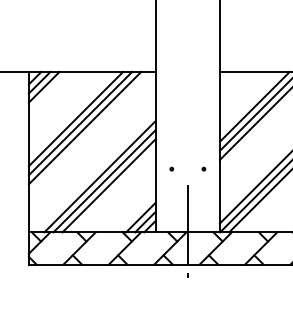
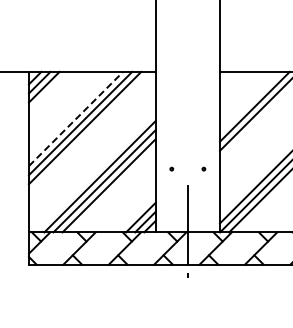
line at (76, 119): solid -> dashed
line at (254, 124): present -> none
